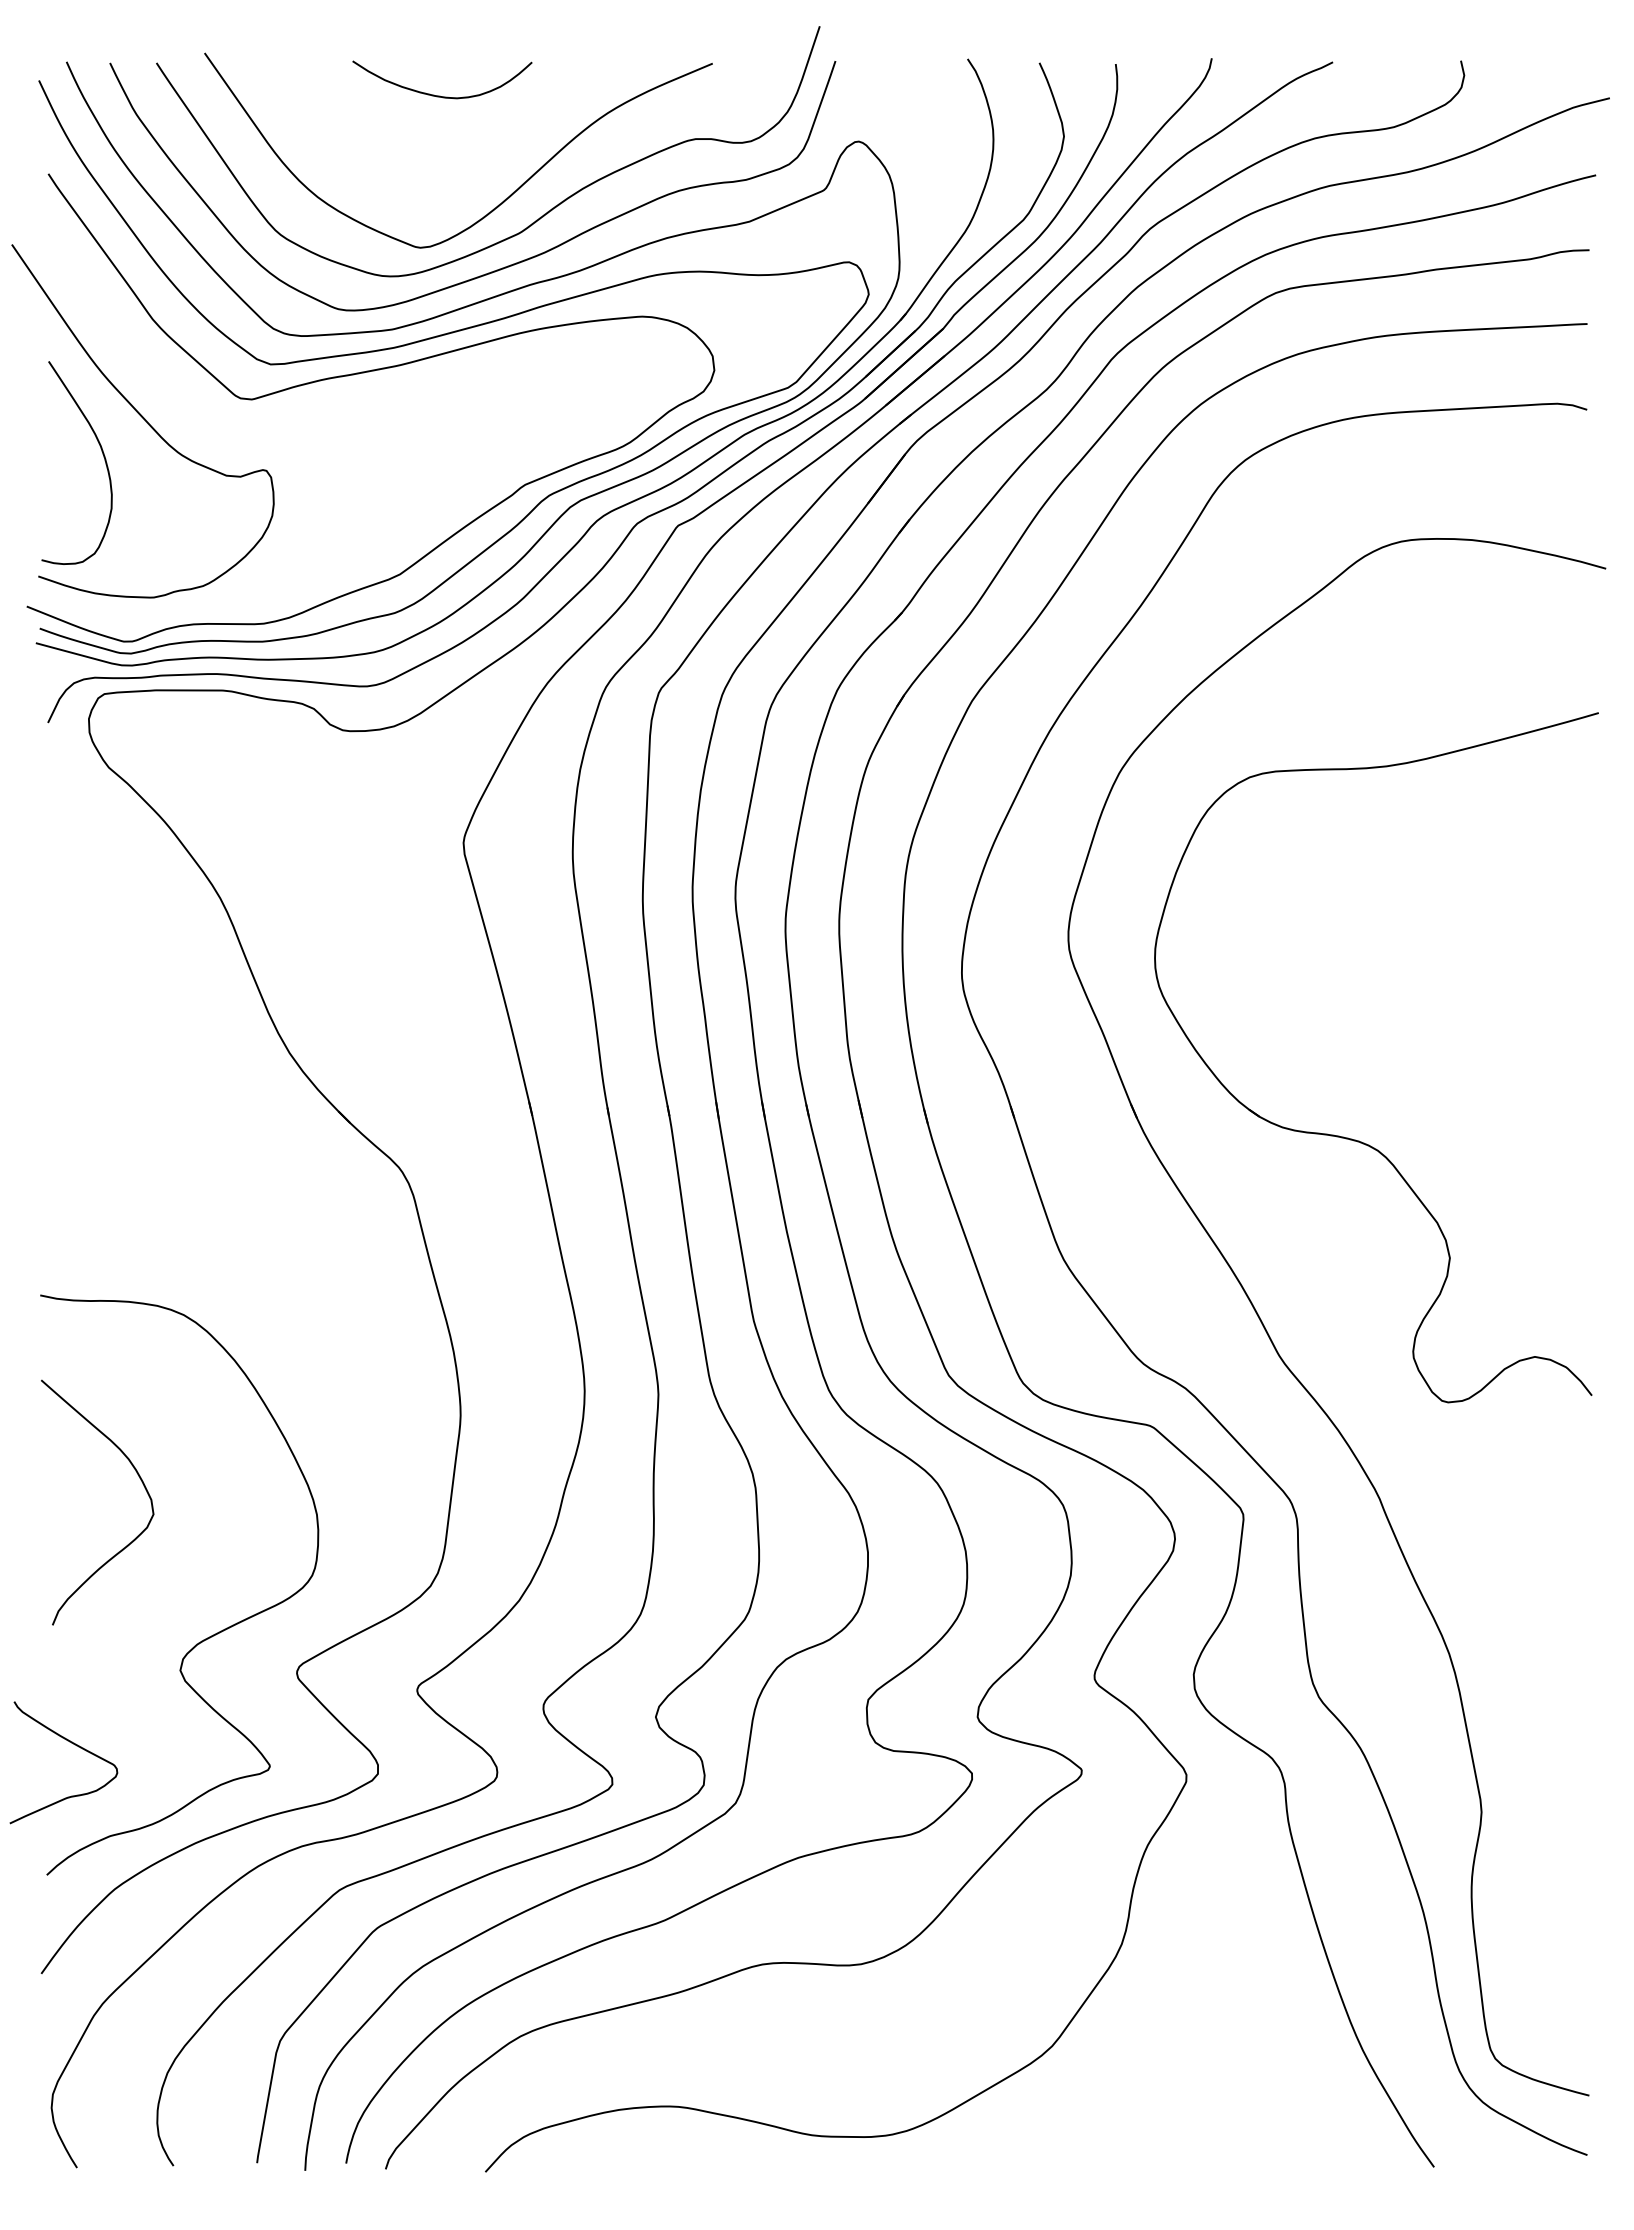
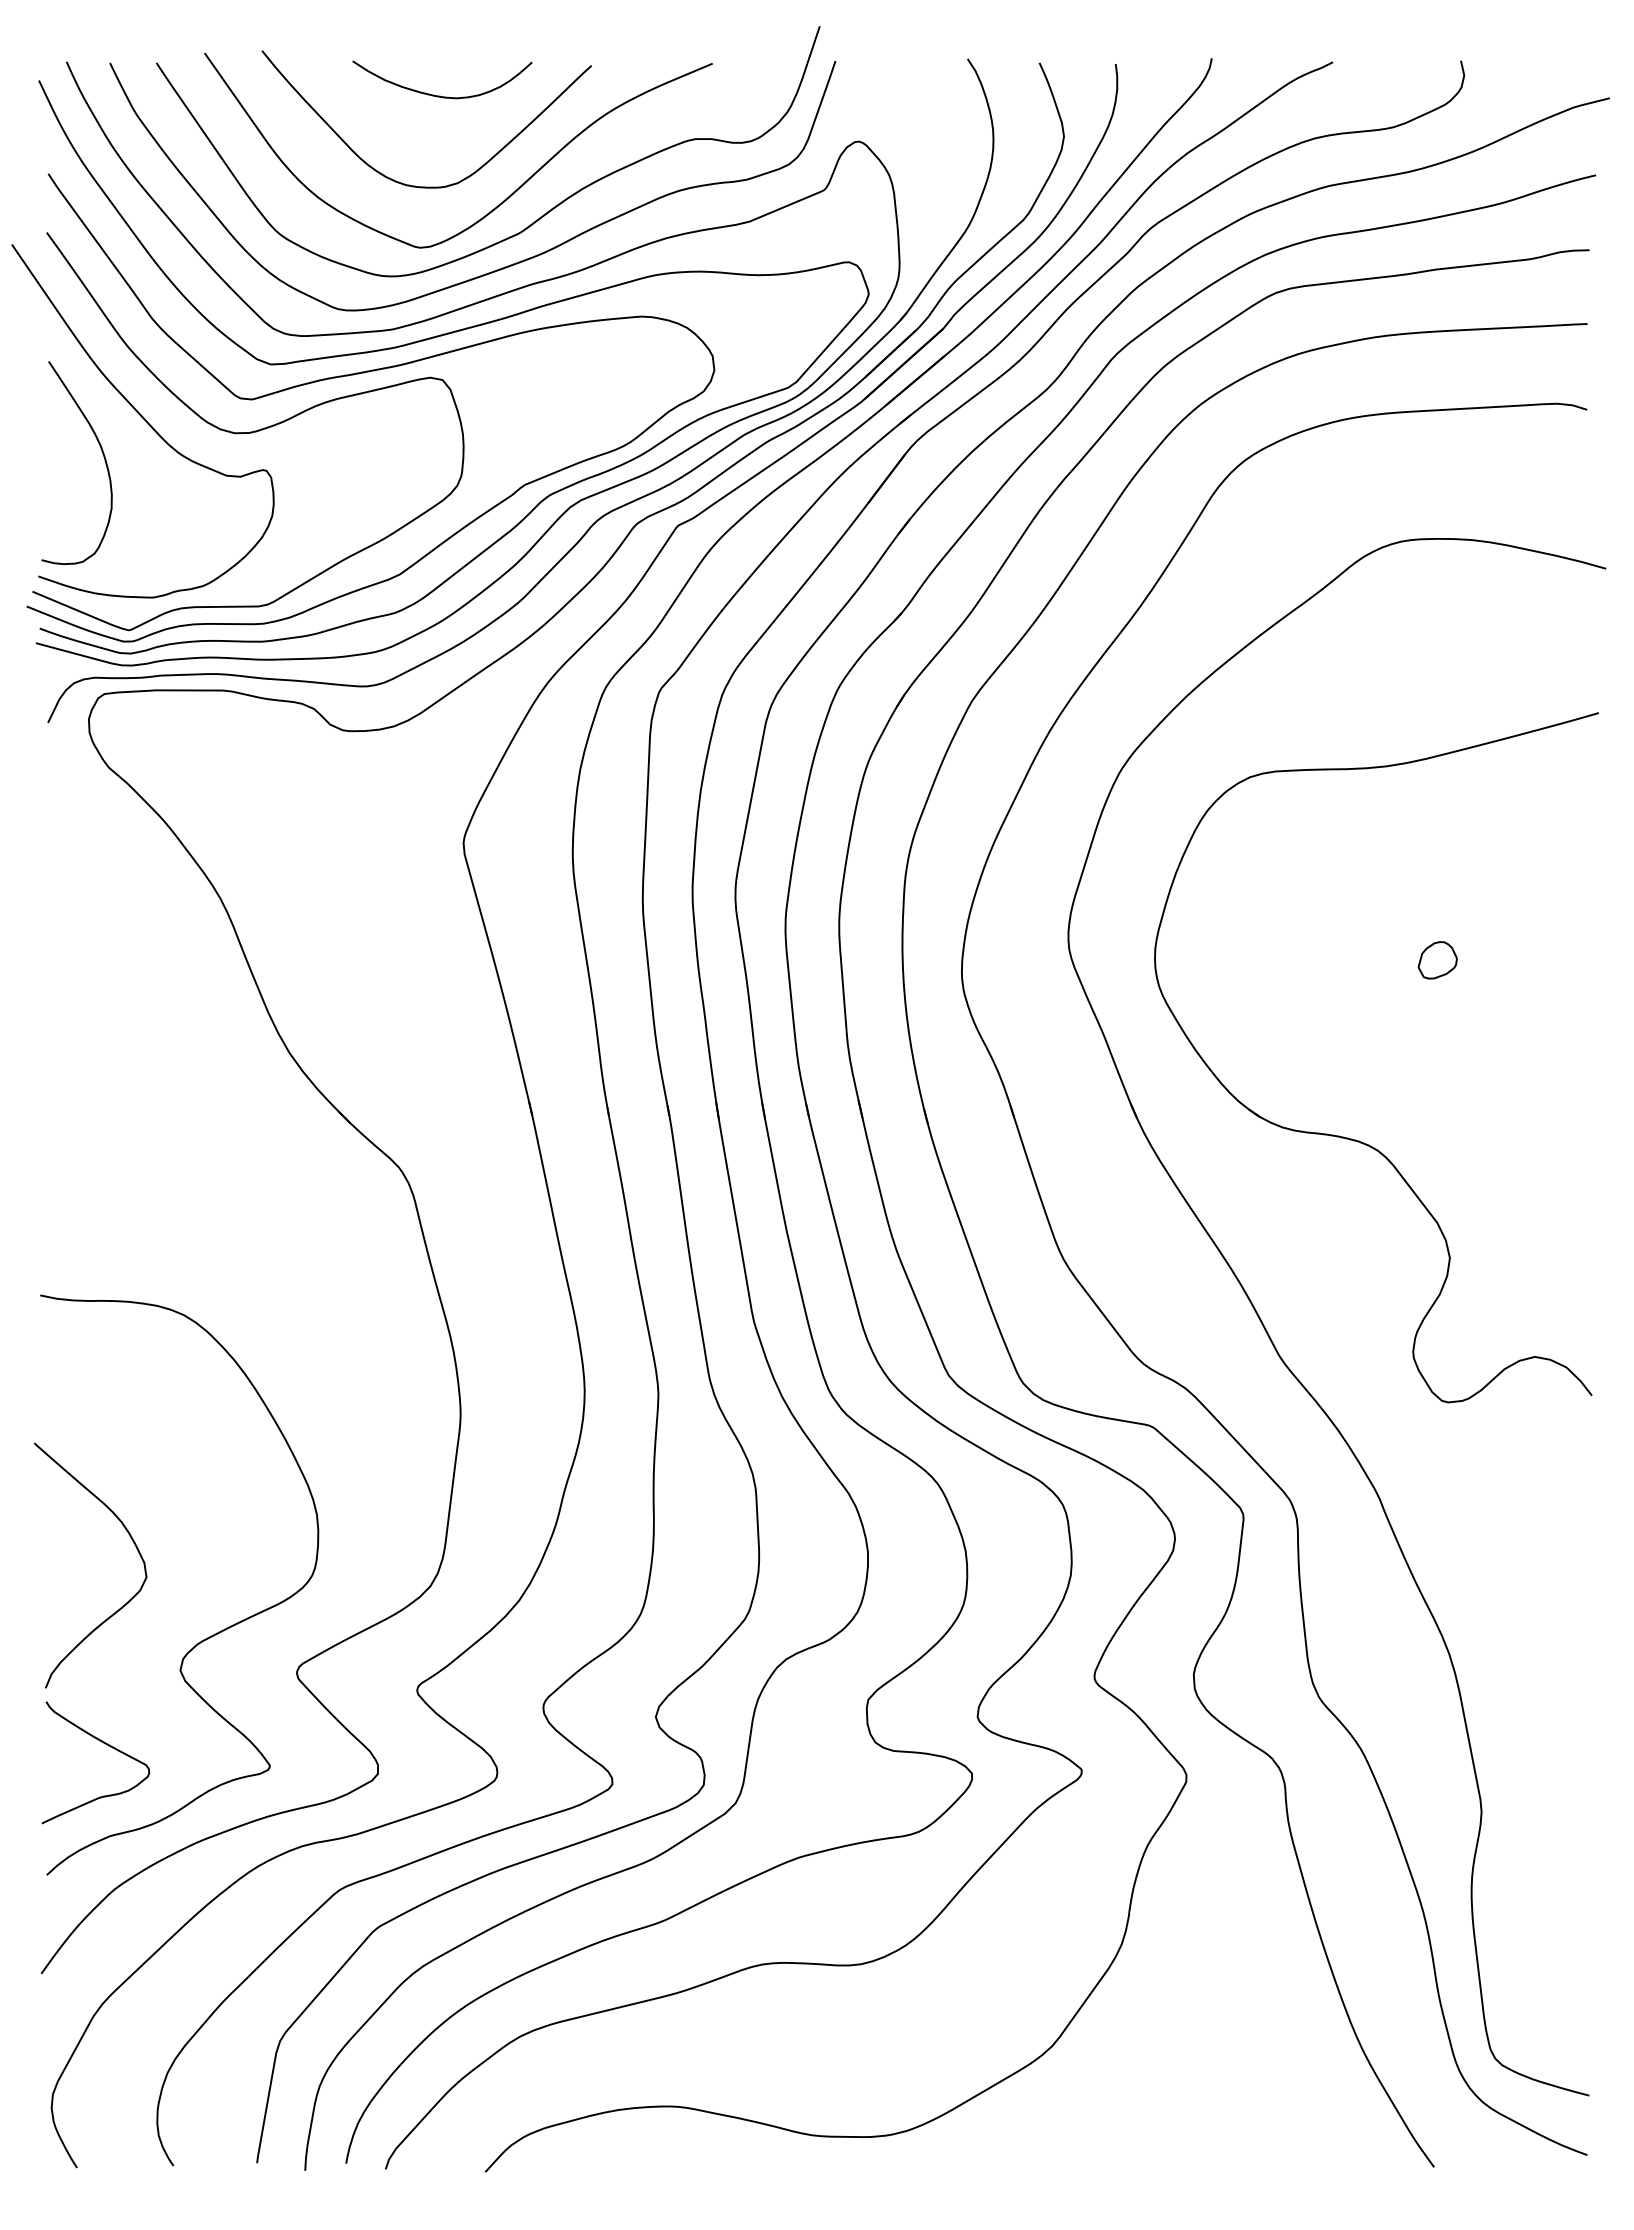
curve at (415, 185): none -> present
curve at (248, 432): none -> present
part at (1437, 960): none -> present
curve at (140, 1480) position: (140, 1480) -> (133, 1543)
curve at (73, 1744) position: (73, 1744) -> (105, 1744)
